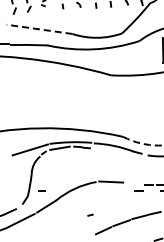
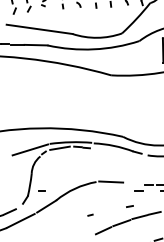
line at (39, 29): dashed -> solid
arc at (142, 143): dashed -> solid
line at (129, 206): none -> present
